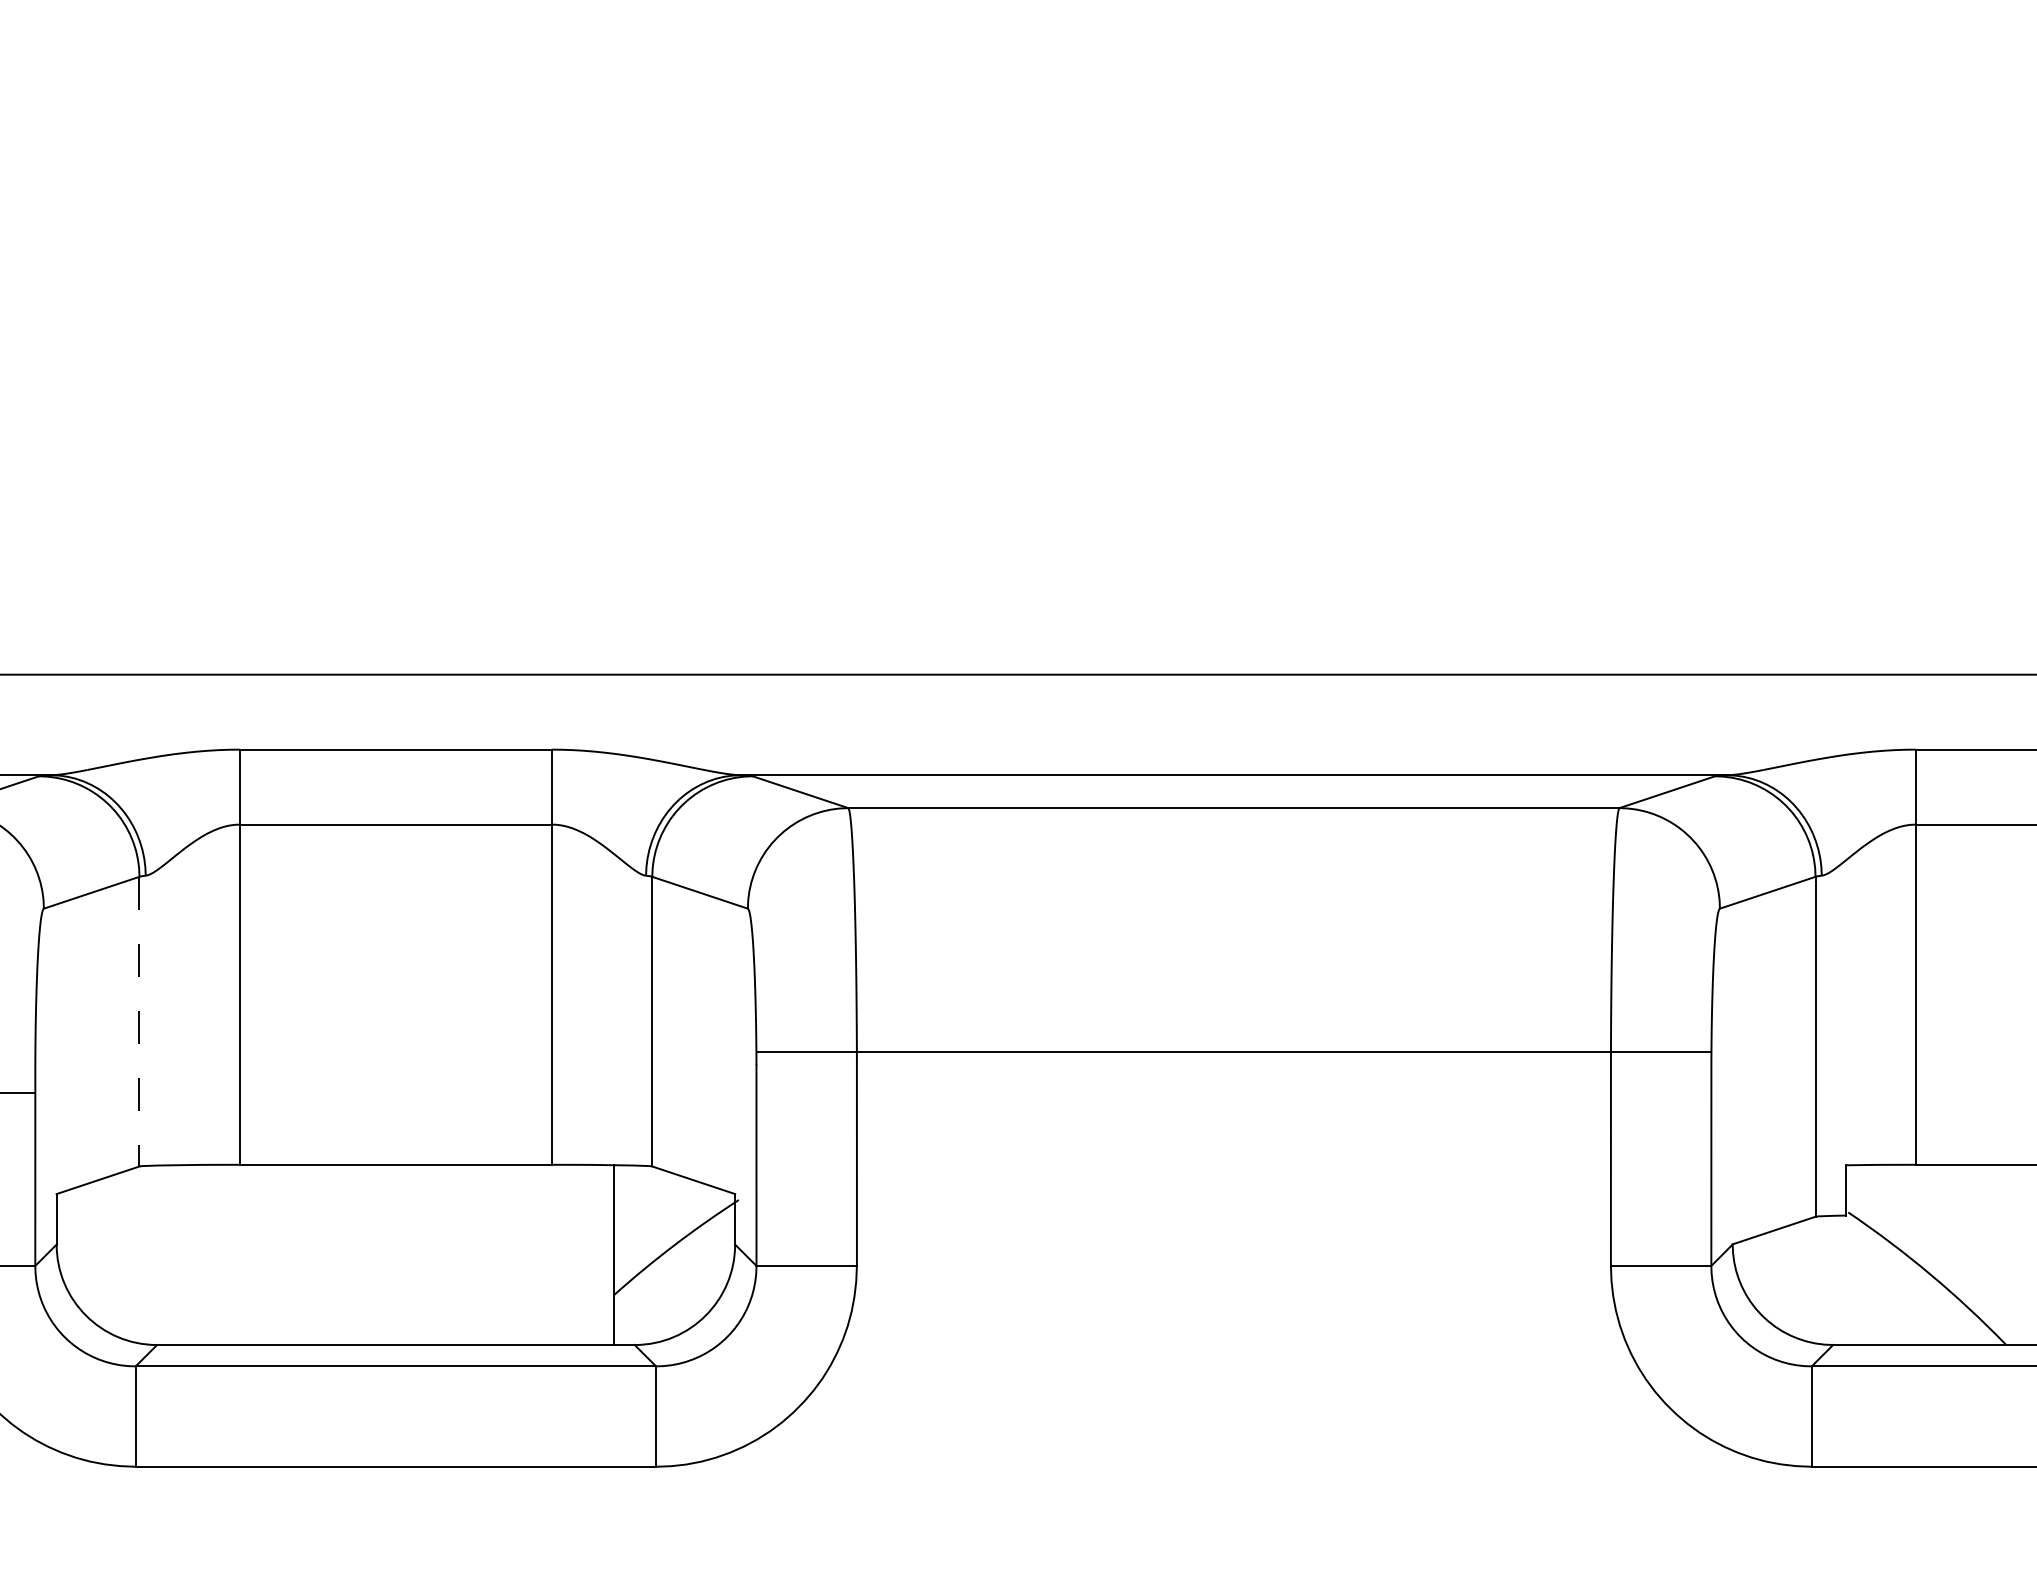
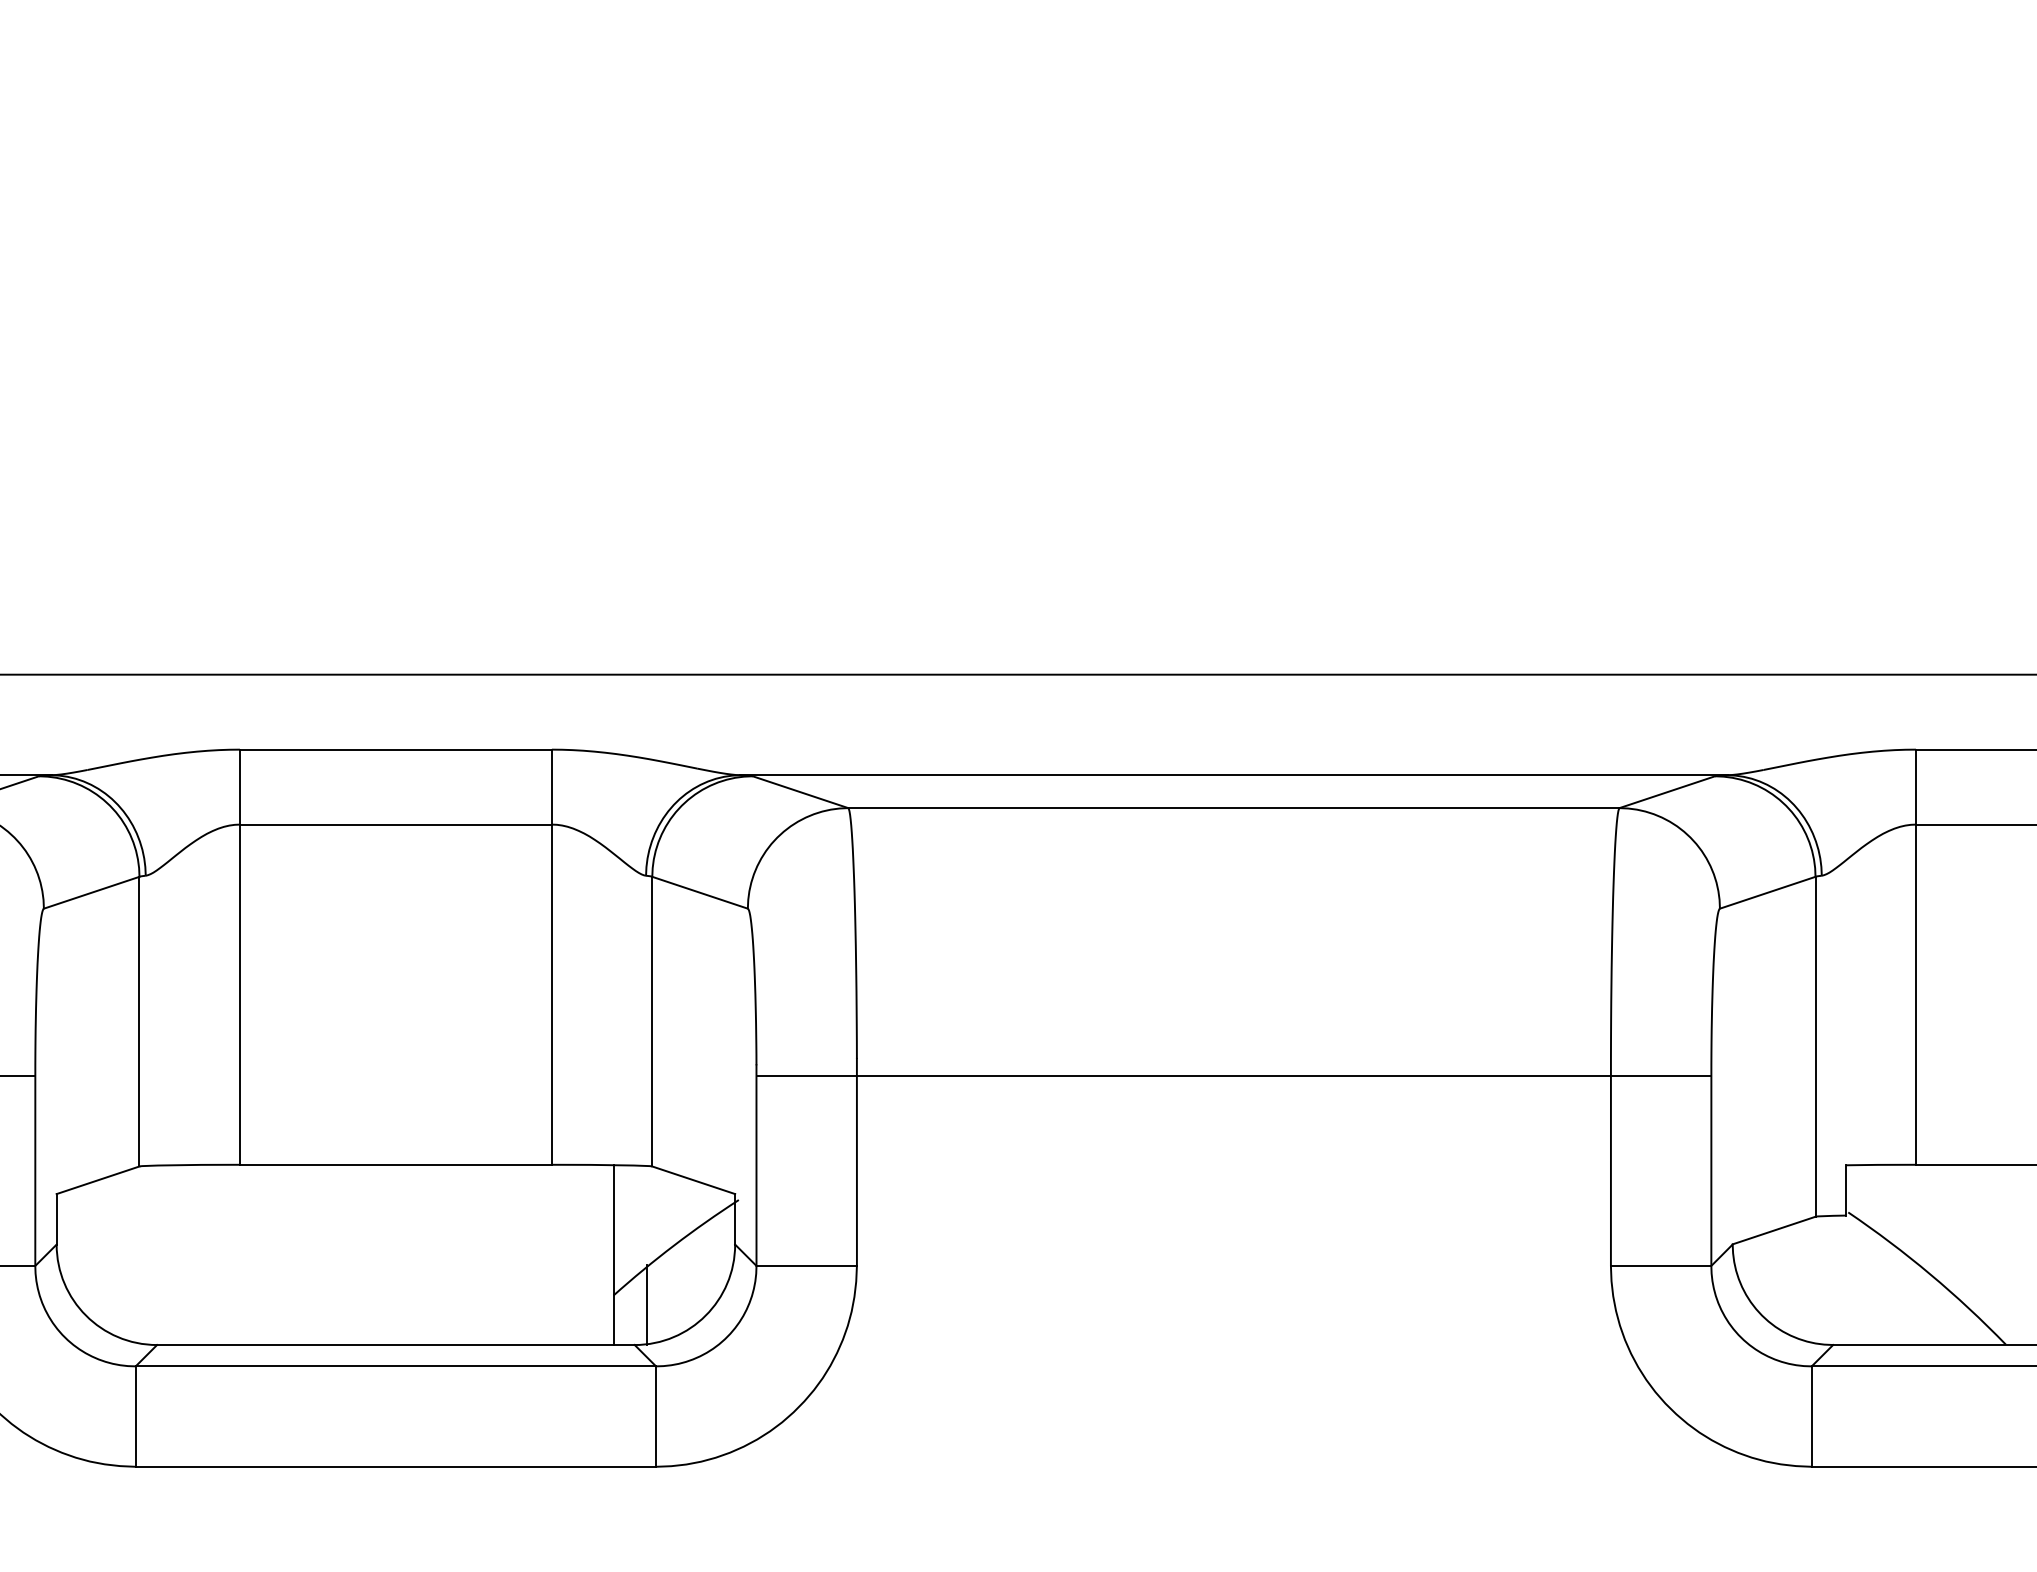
line at (139, 1021): dashed -> solid
line at (1233, 1052) position: (1233, 1052) -> (1233, 1076)
line at (18, 1093) position: (18, 1093) -> (18, 1076)
line at (647, 1305): none -> present
